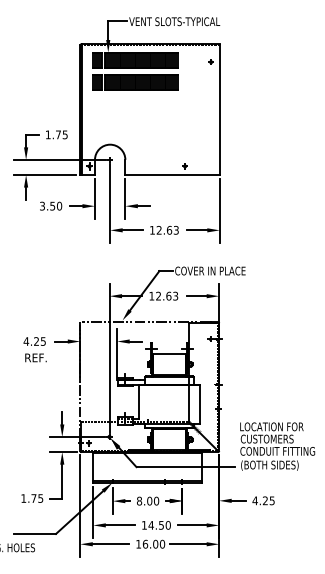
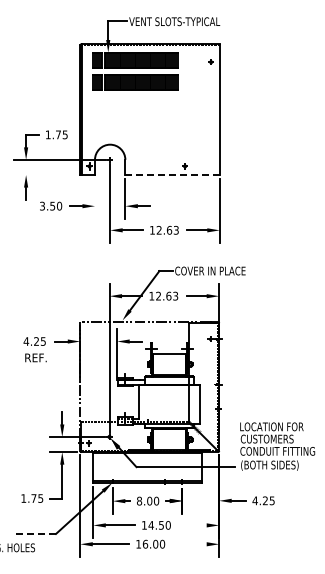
line at (44, 175): present -> none
line at (173, 175): solid -> dashed
line at (94, 198): present -> none
line at (191, 525): present -> none
line at (34, 533): solid -> dashed
line at (188, 544): present -> none
